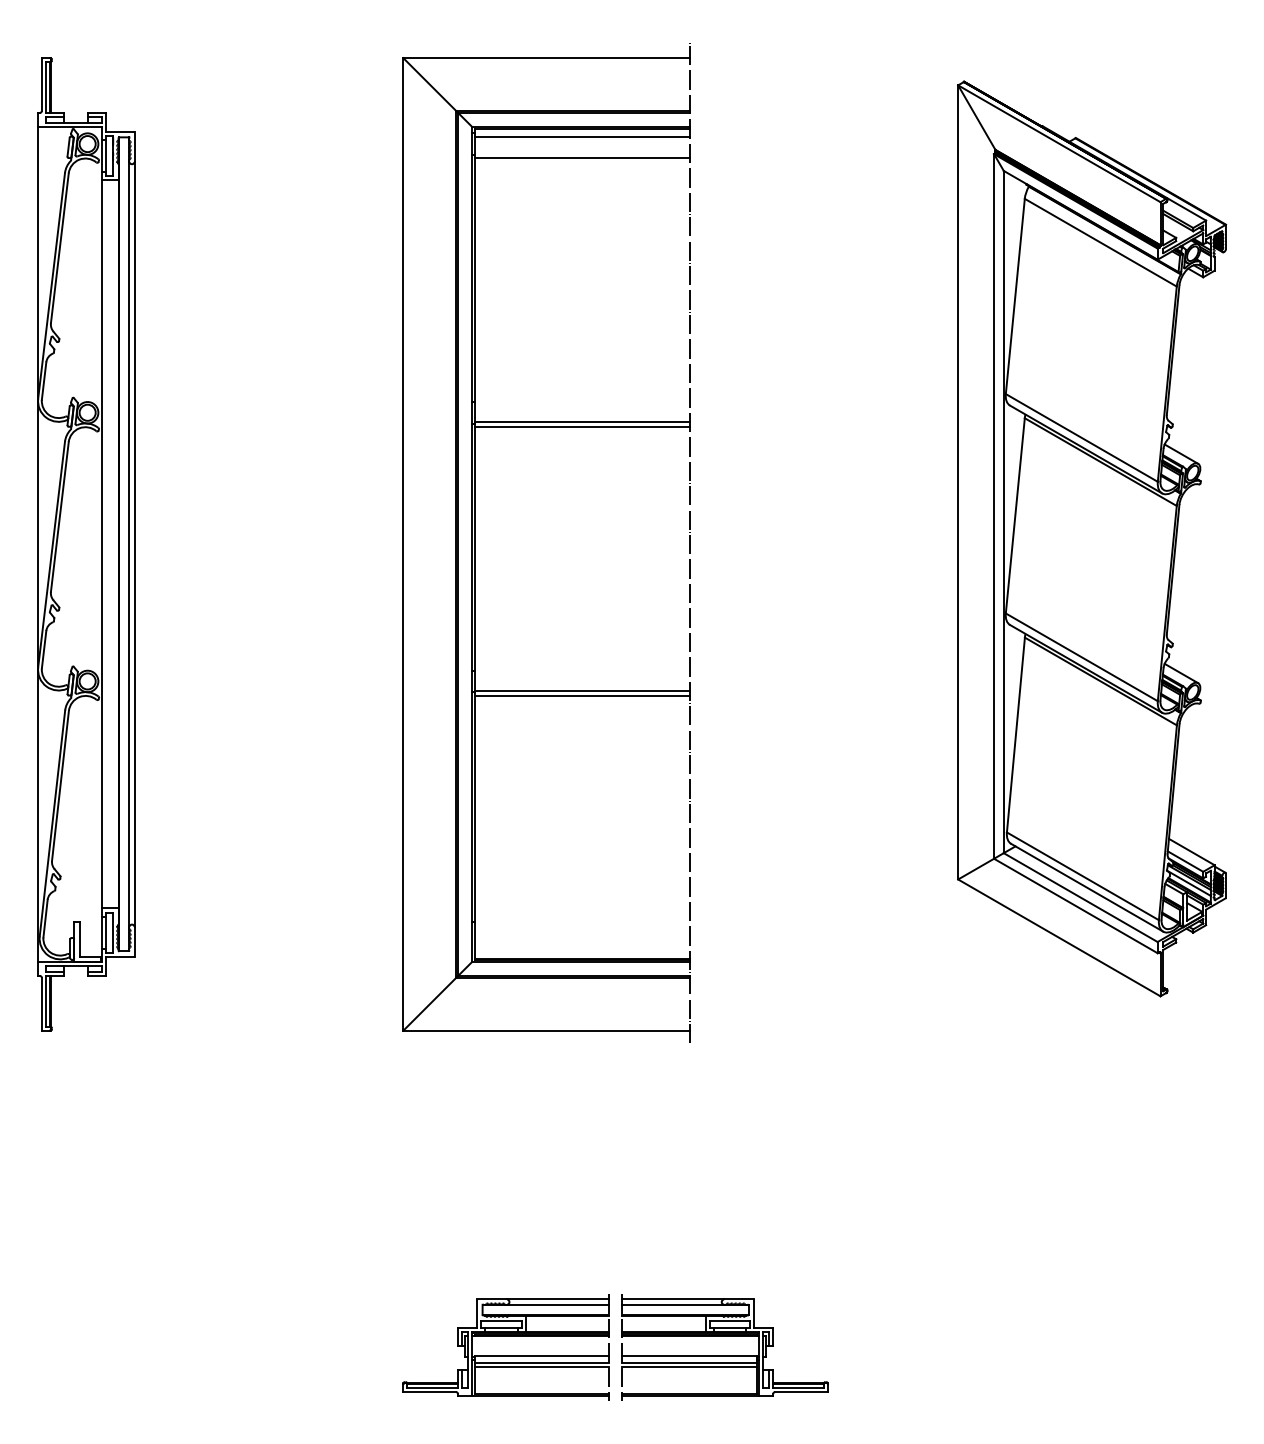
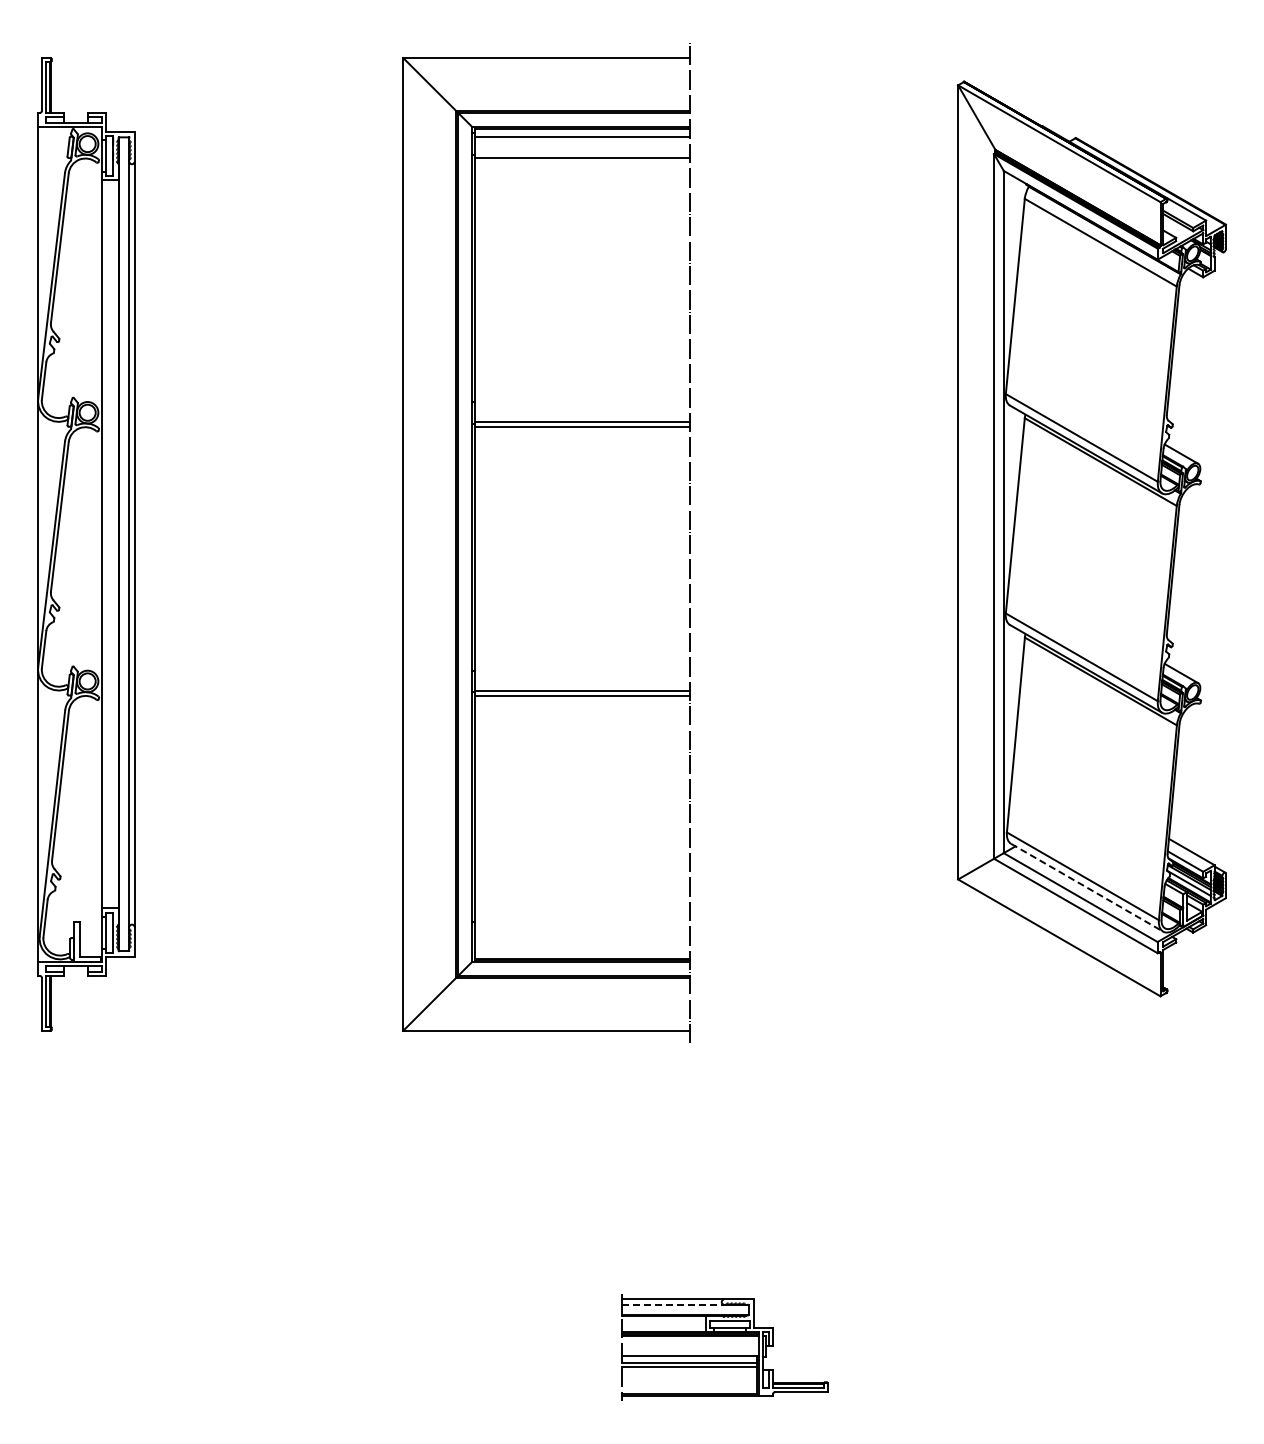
line at (1087, 887): solid -> dashed
line at (673, 1304): solid -> dashed
part at (505, 1355): present -> none
